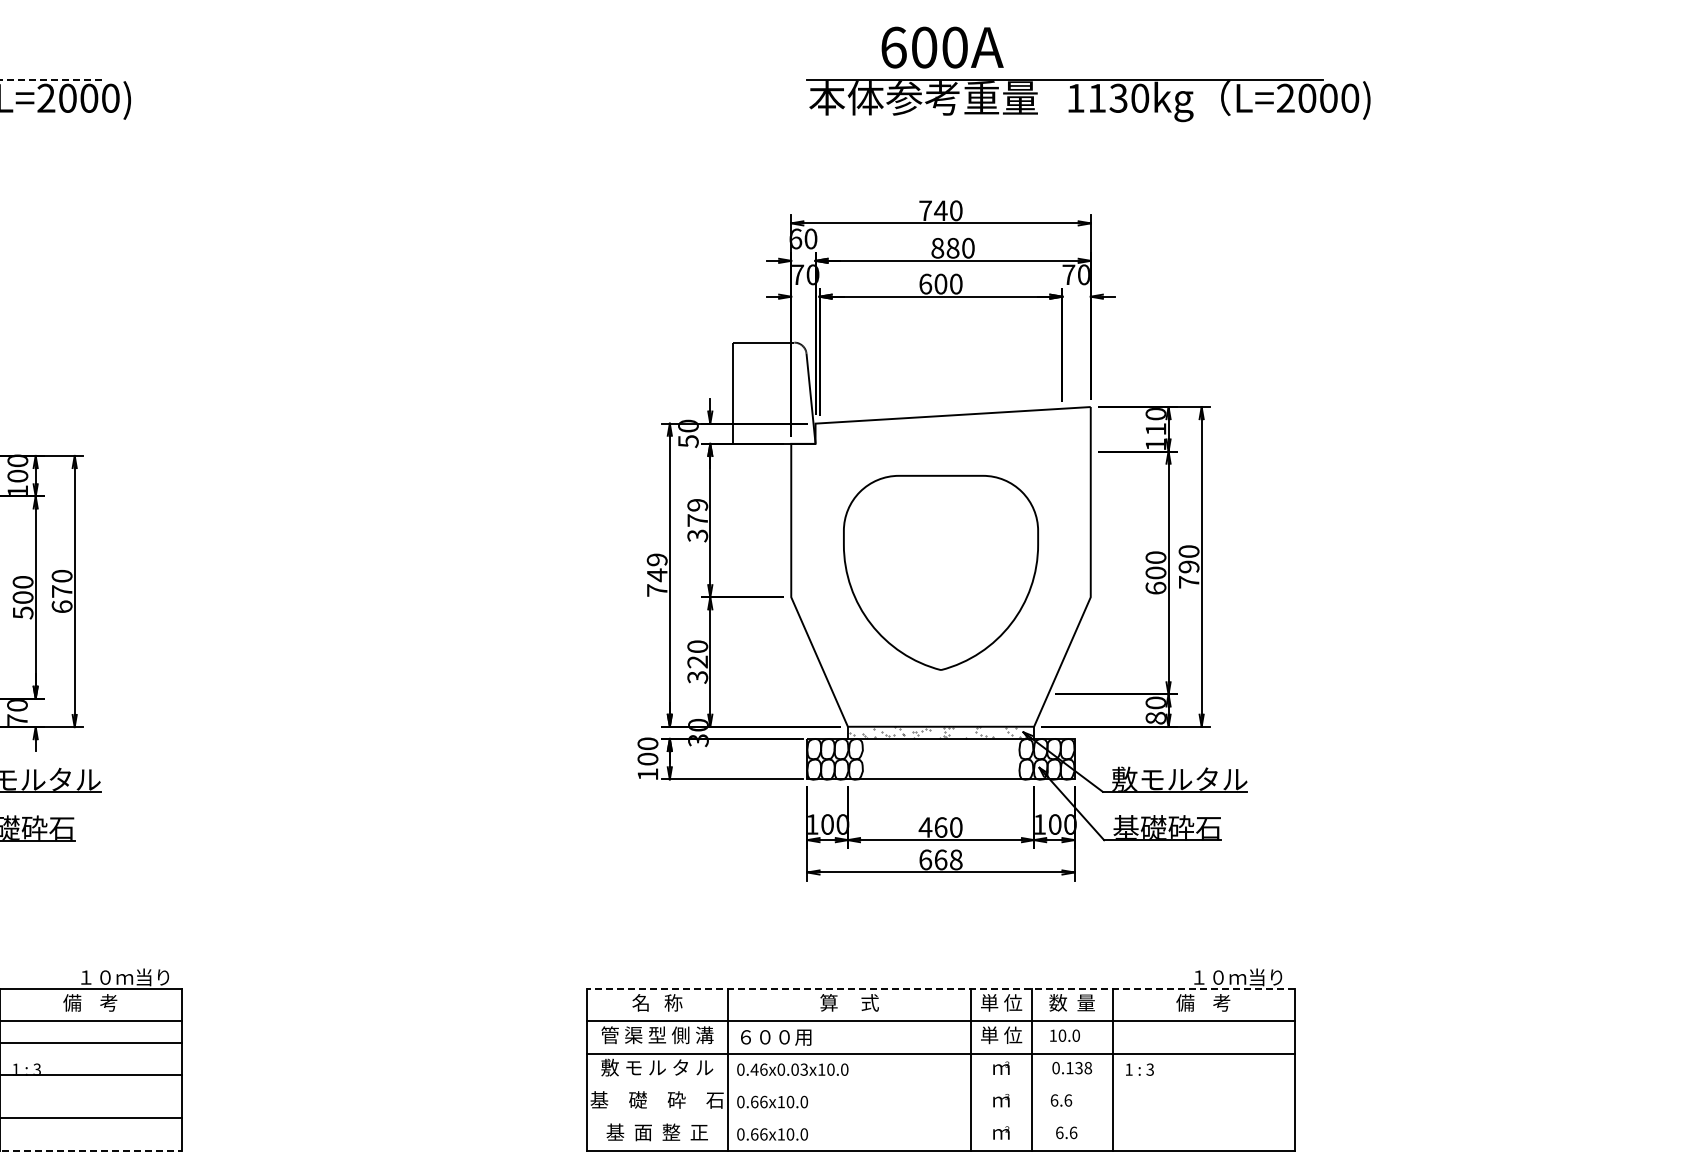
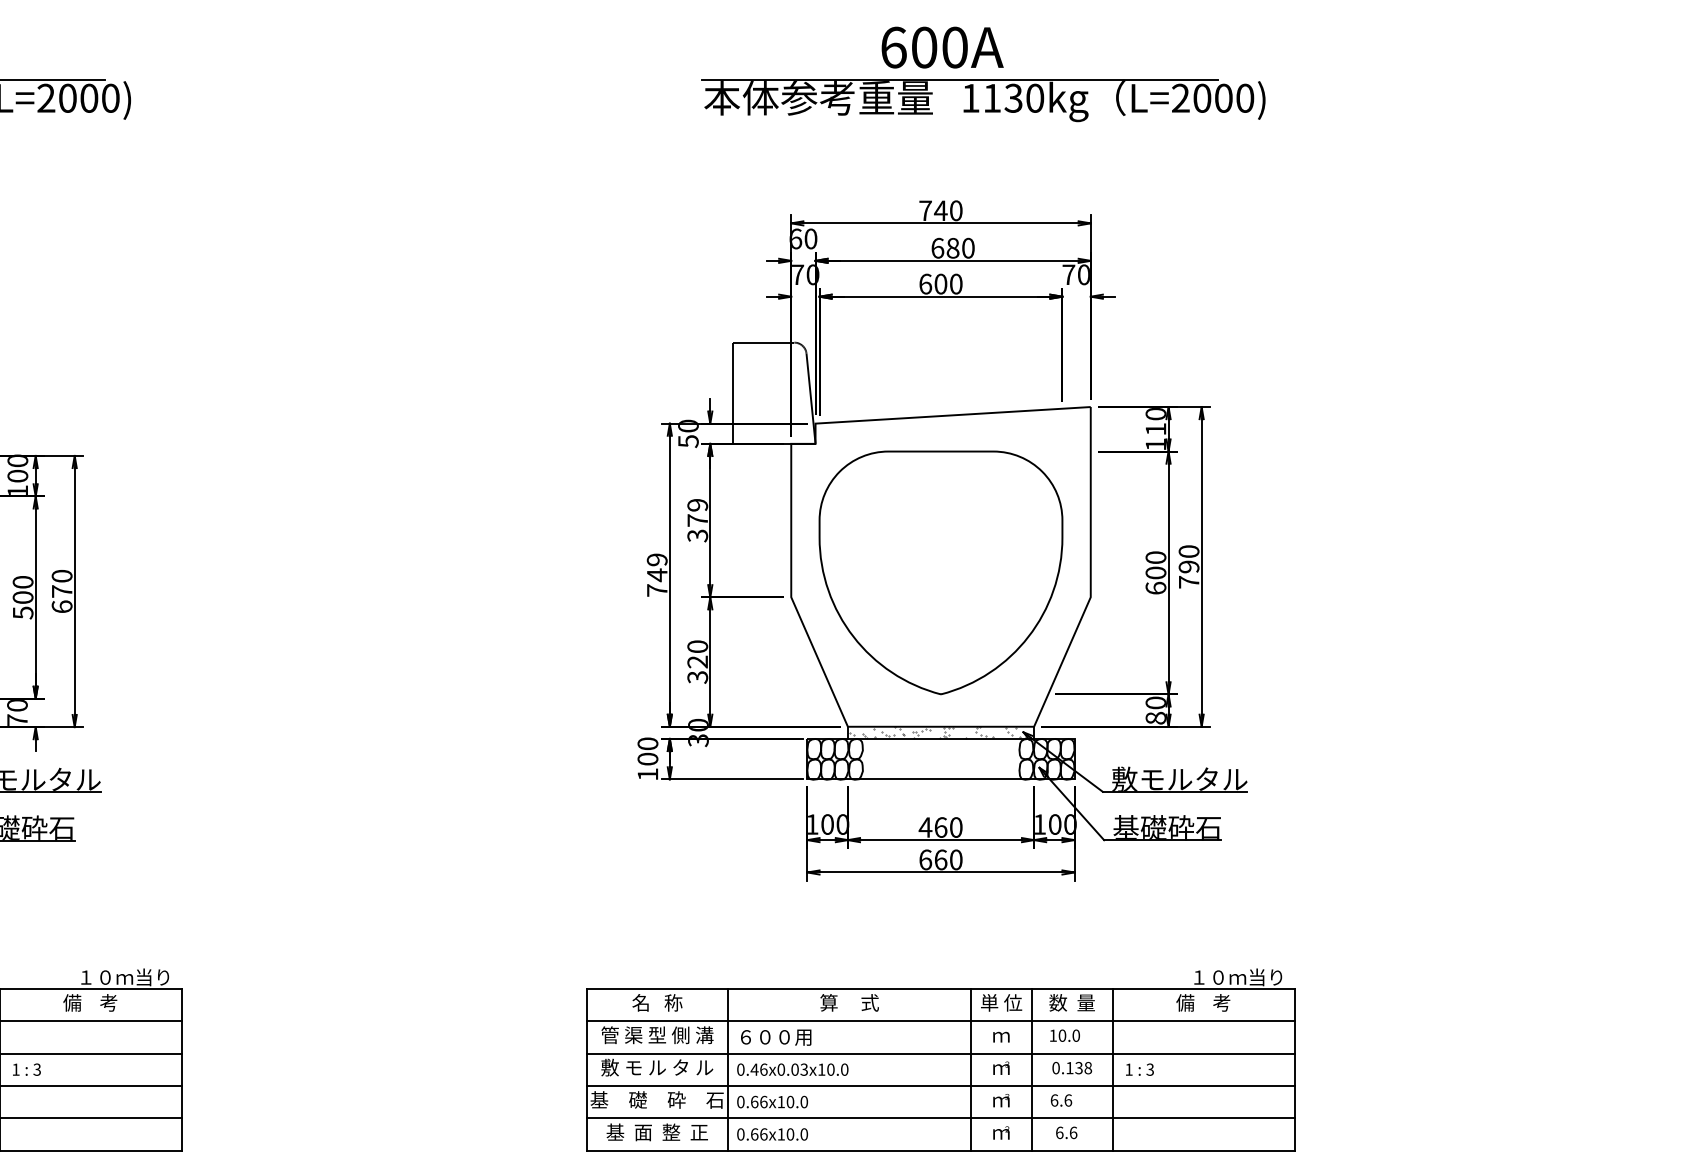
line at (52, 79): dashed -> solid
part at (1096, 100) position: (1096, 100) -> (991, 100)
text at (937, 247): 880 -> 680
part at (940, 572) size: 196x196 px -> 246x246 px
text at (956, 859): 668 -> 660
line at (940, 988): dashed -> solid
text at (1001, 1035): 単 位 -> ｍ
line at (91, 1042) position: (91, 1042) -> (91, 1053)
line at (91, 1074) position: (91, 1074) -> (91, 1085)
line at (940, 1085): none -> present
line at (940, 1118): none -> present
line at (90, 1150): dashed -> solid
